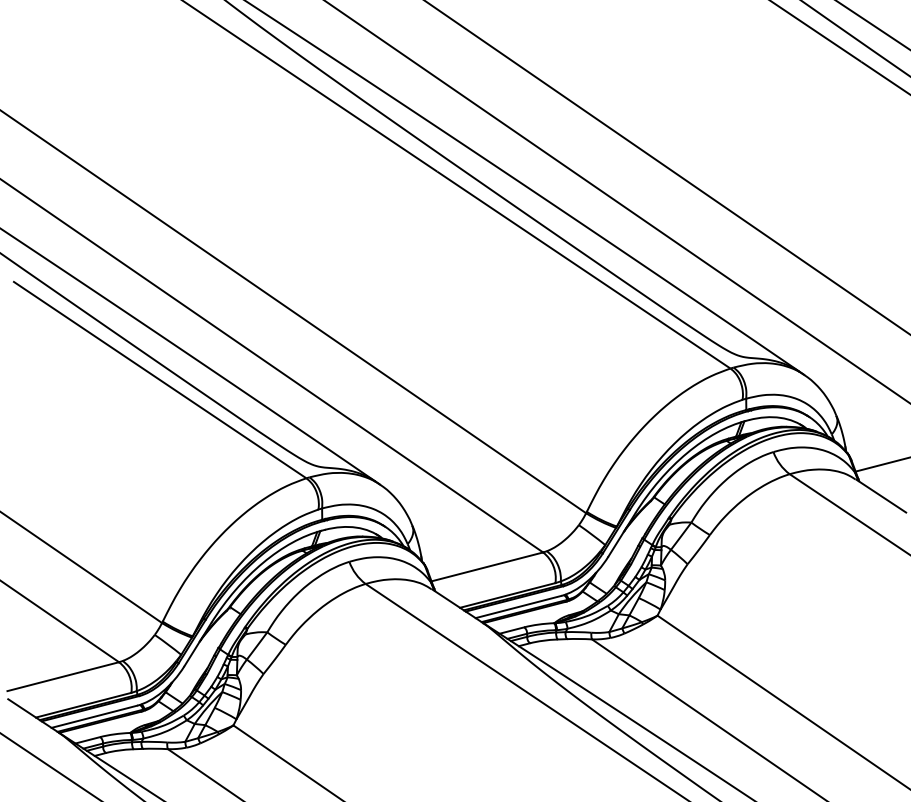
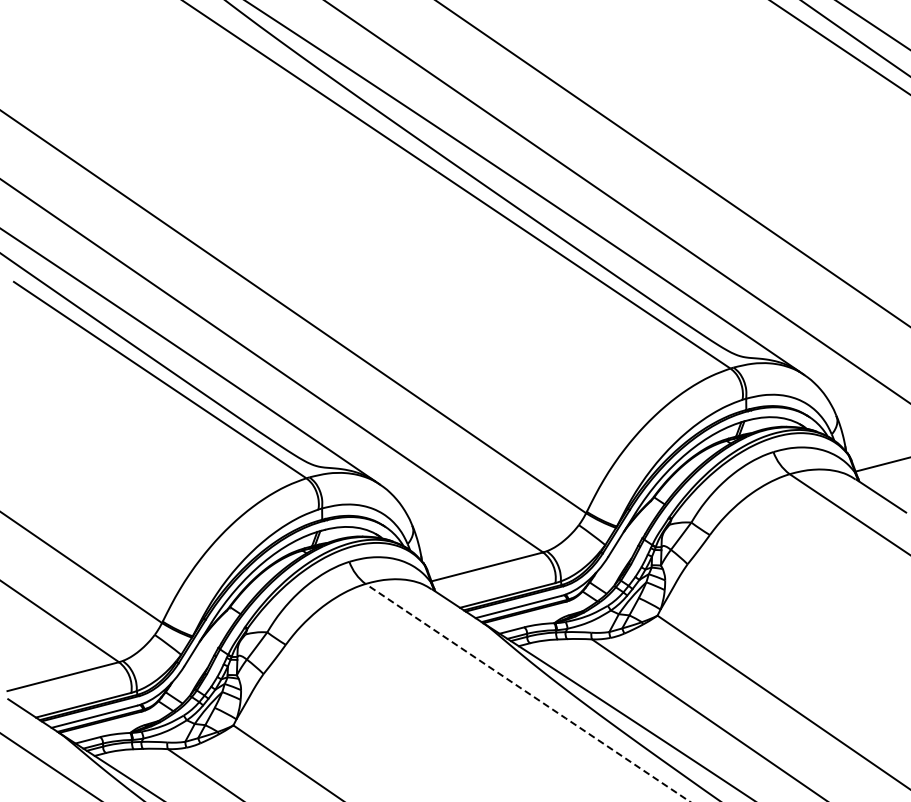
line at (667, 167) position: (667, 167) -> (672, 163)
line at (527, 692): solid -> dashed
